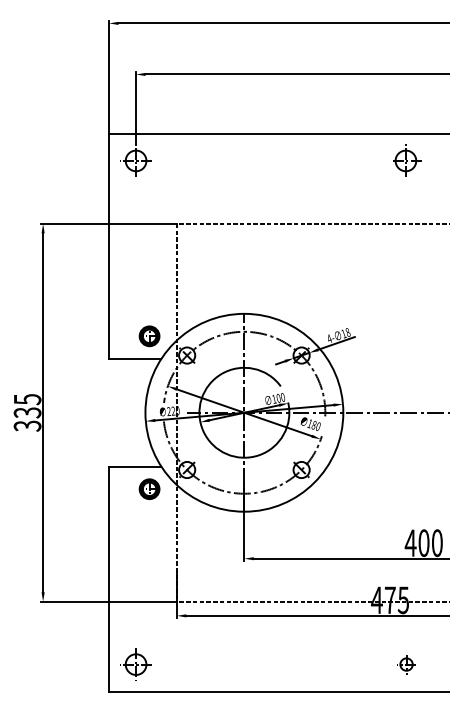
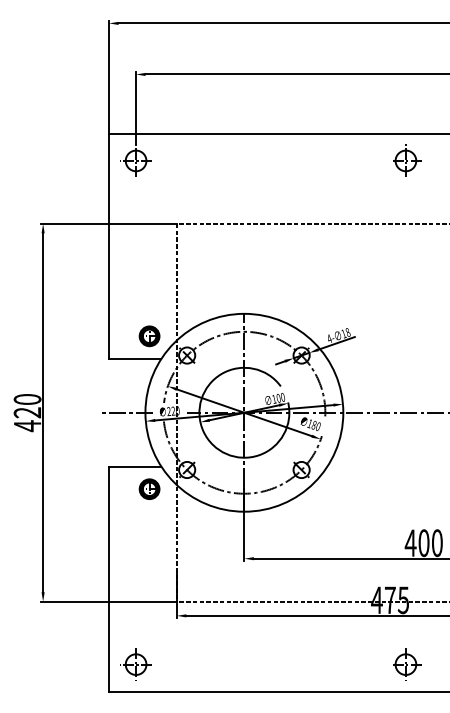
line at (126, 412): none -> present
text at (27, 413): 335 -> 420
part at (406, 664) size: 19x20 px -> 29x33 px
